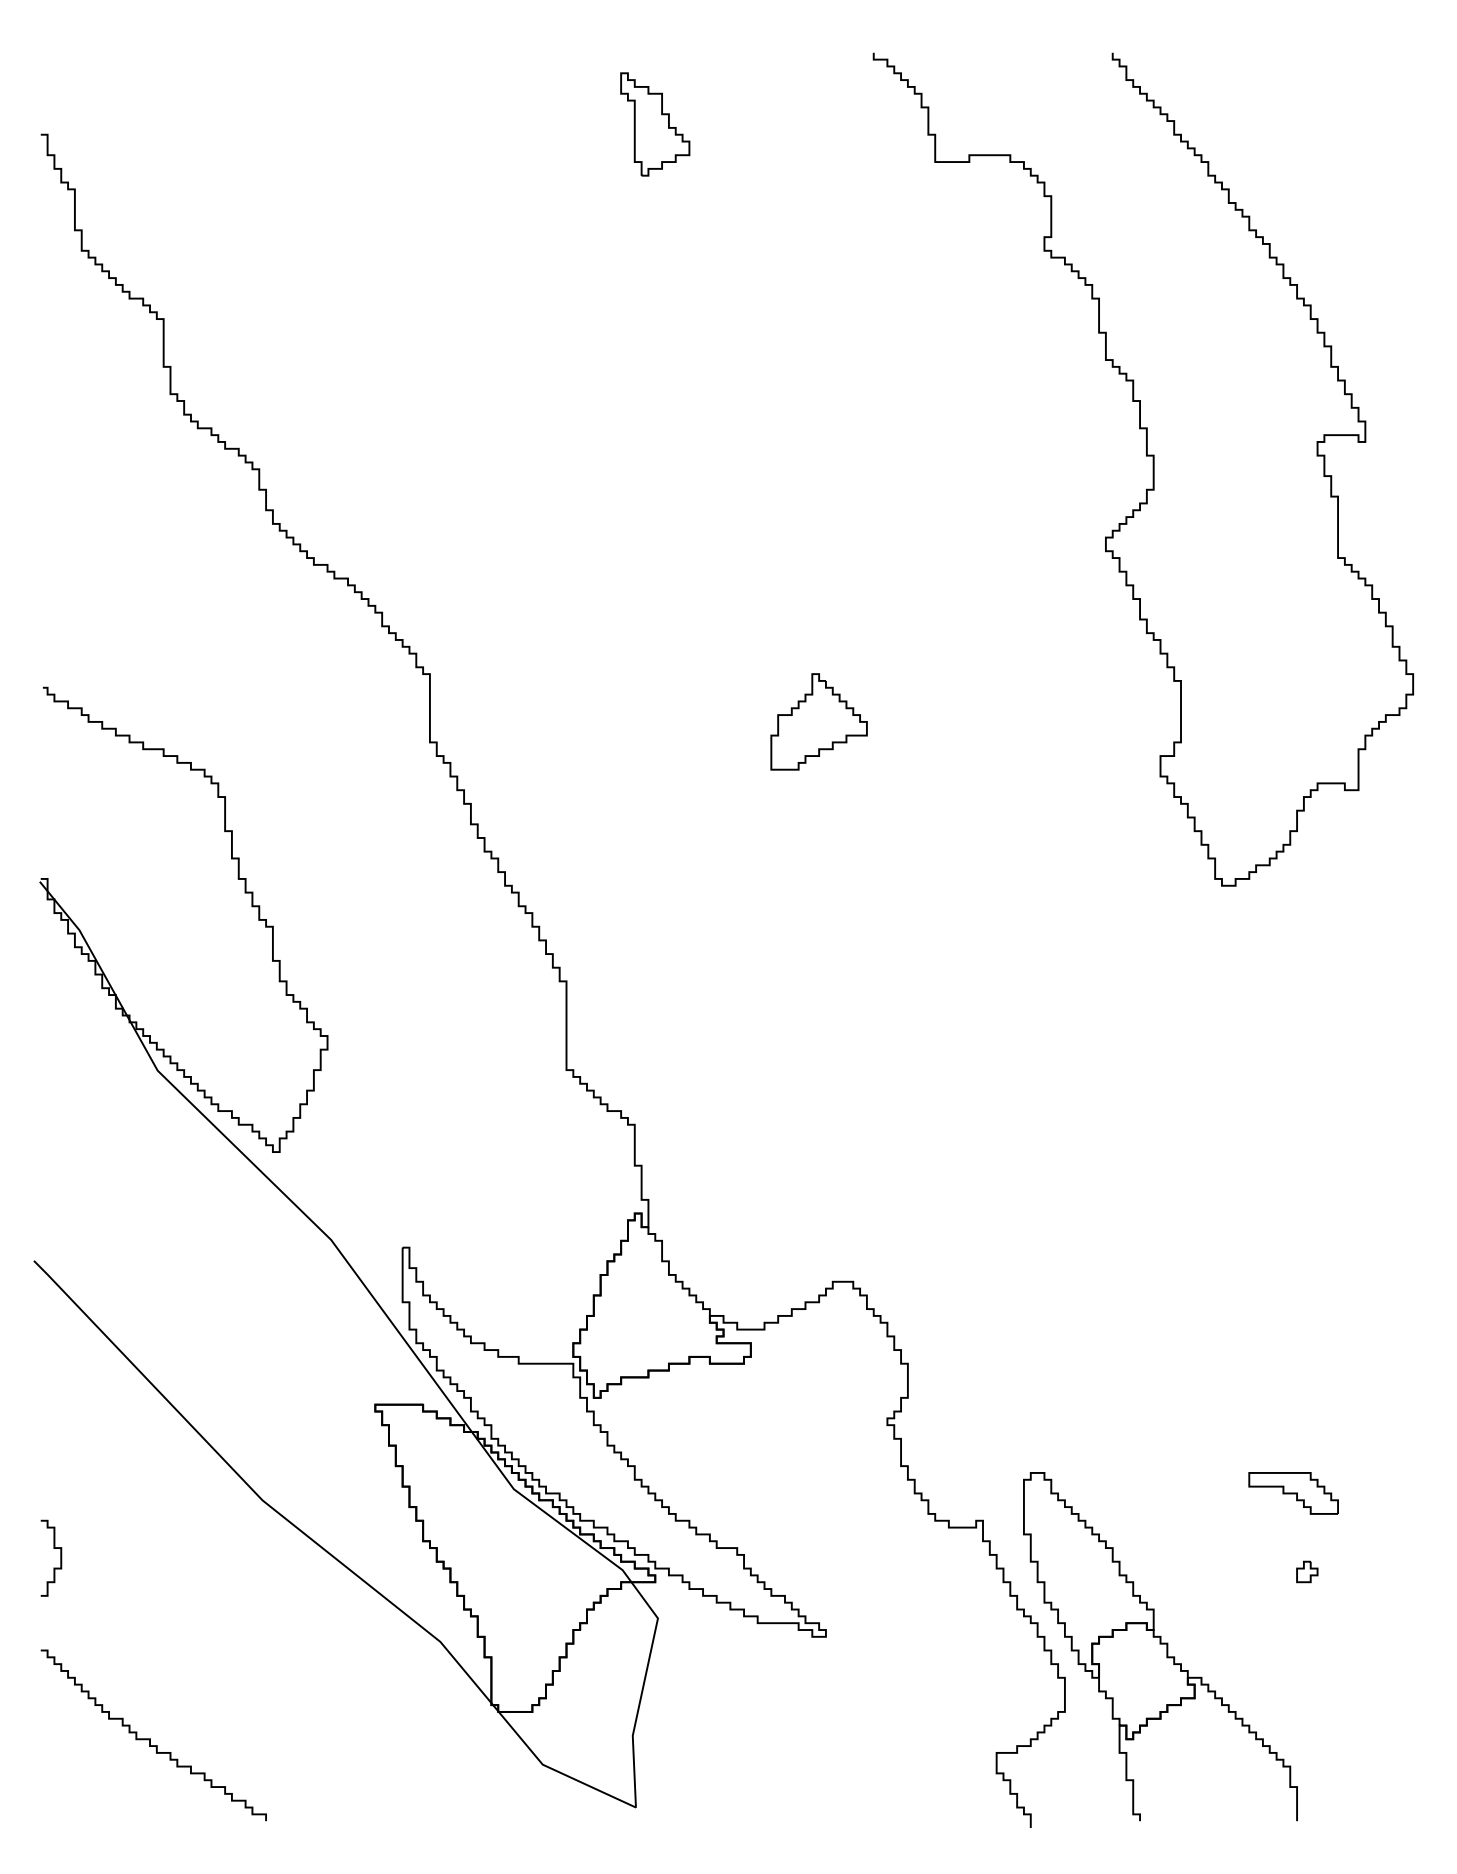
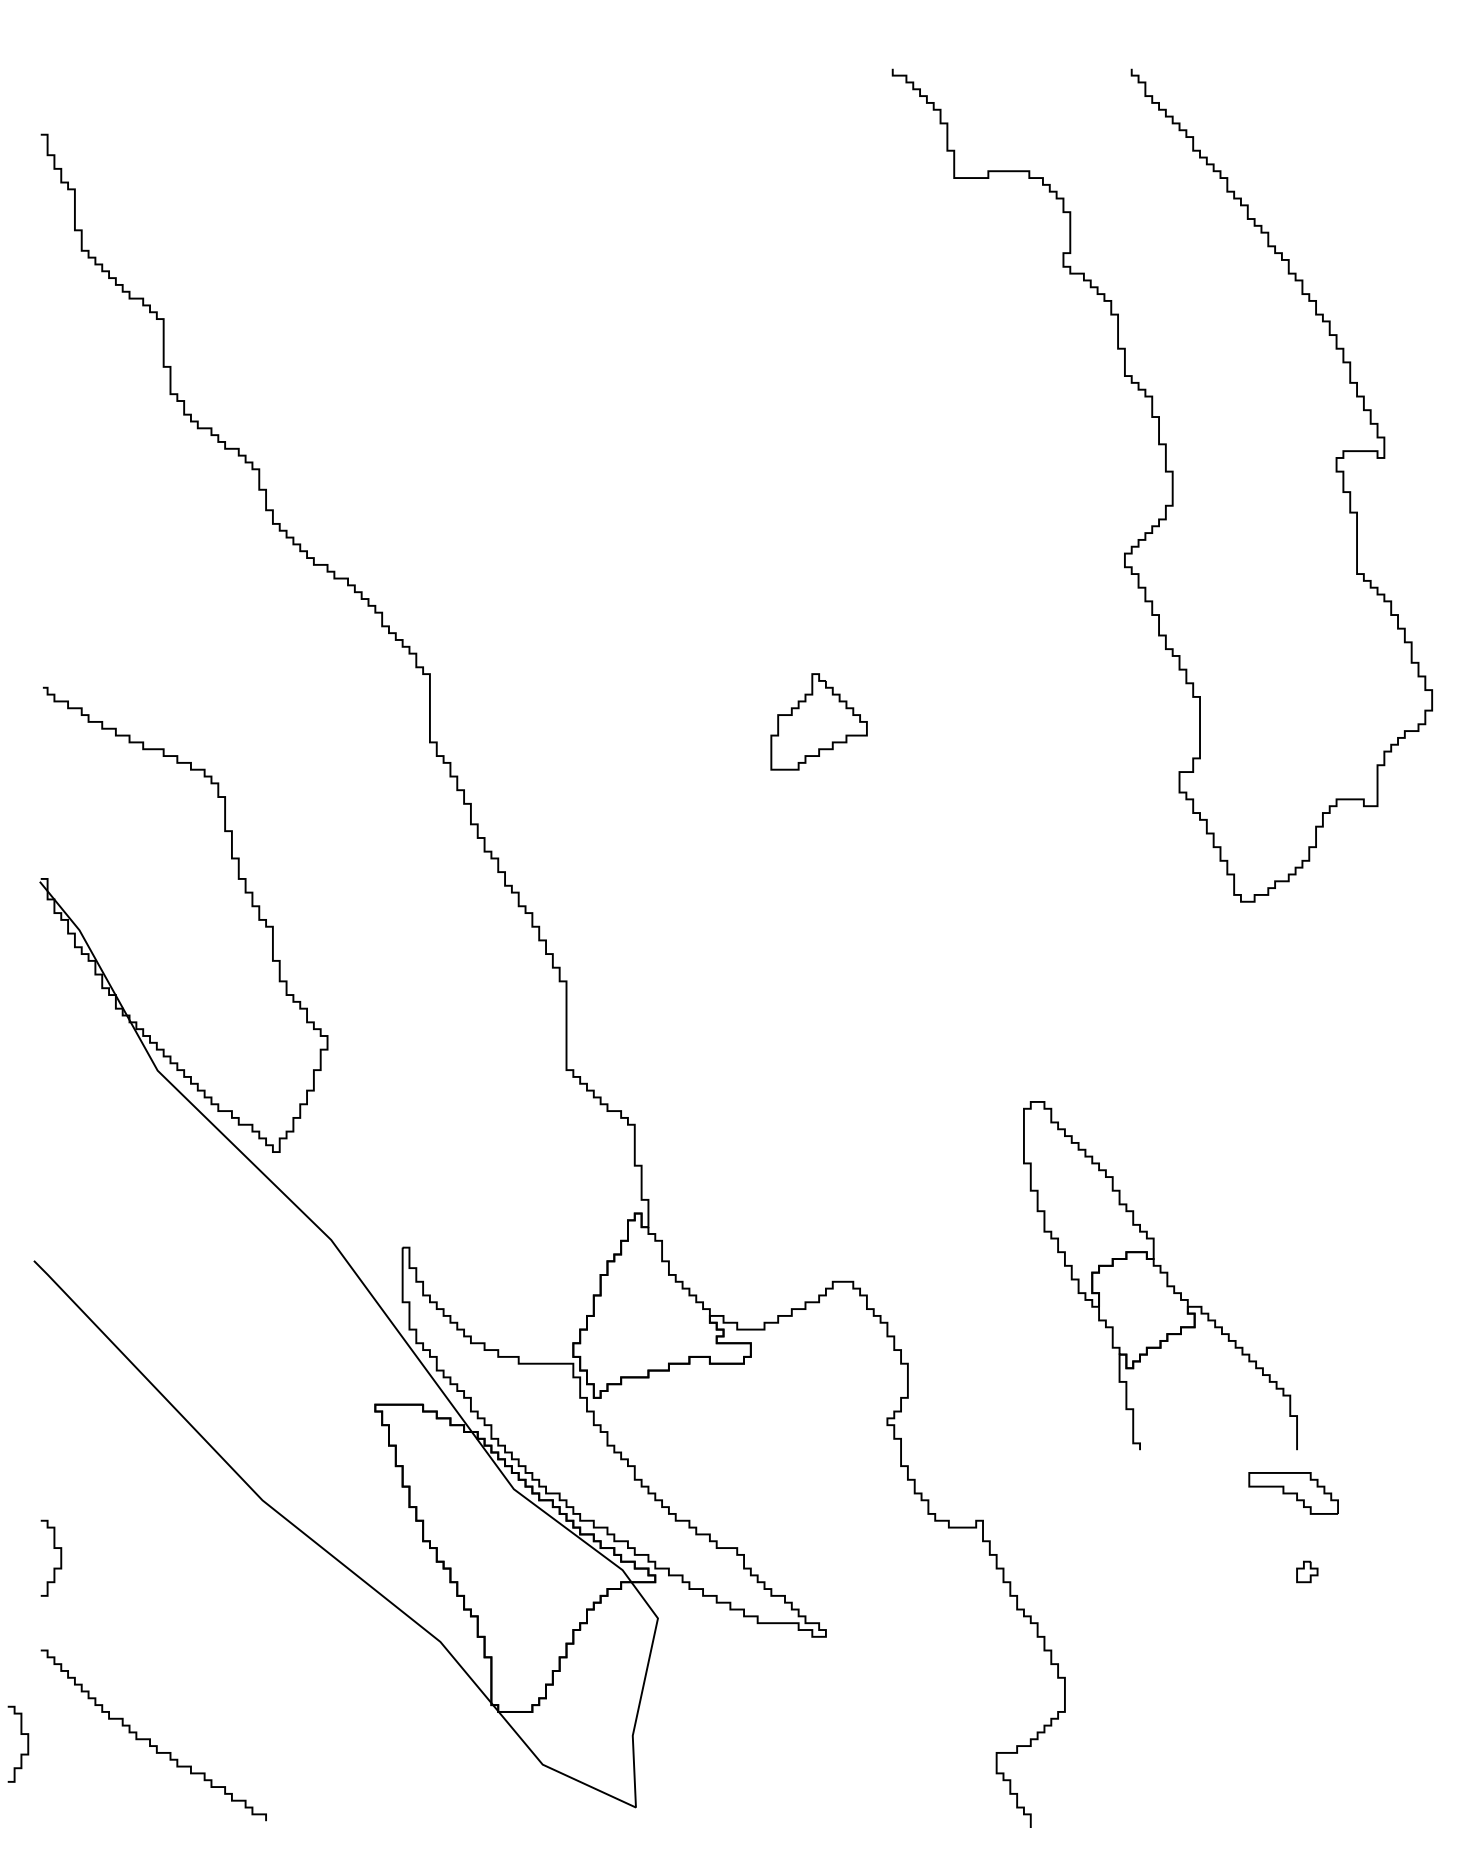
part at (655, 124): present -> none
curve at (1152, 469) position: (1152, 469) -> (1171, 485)
part at (1160, 1646) position: (1160, 1646) -> (1160, 1275)
curve at (27, 1743): none -> present
